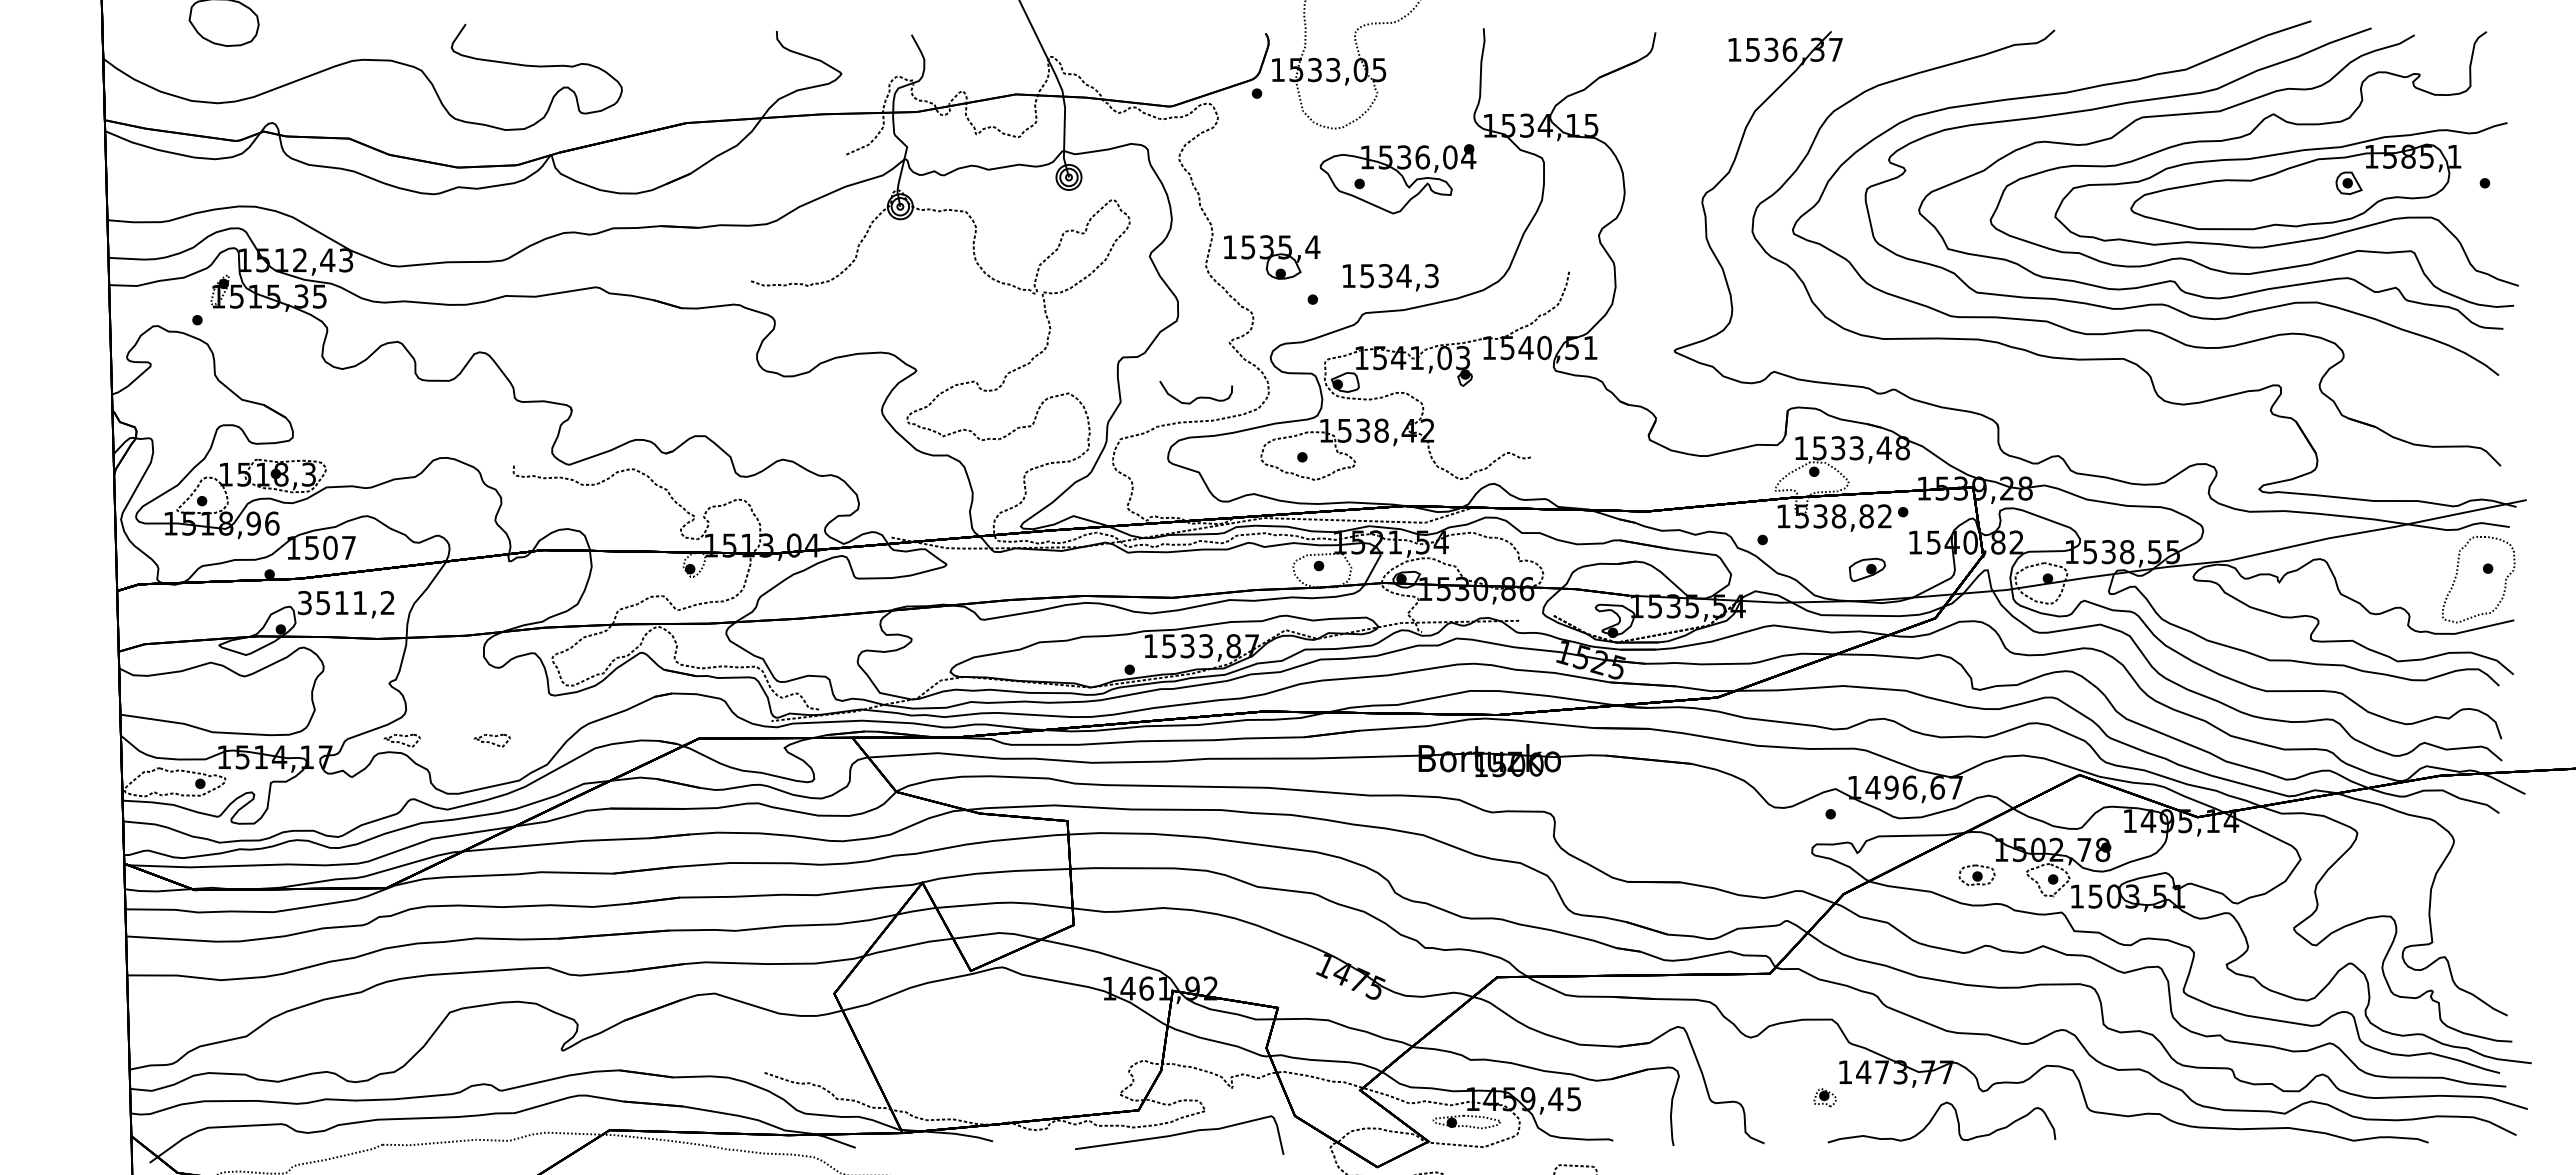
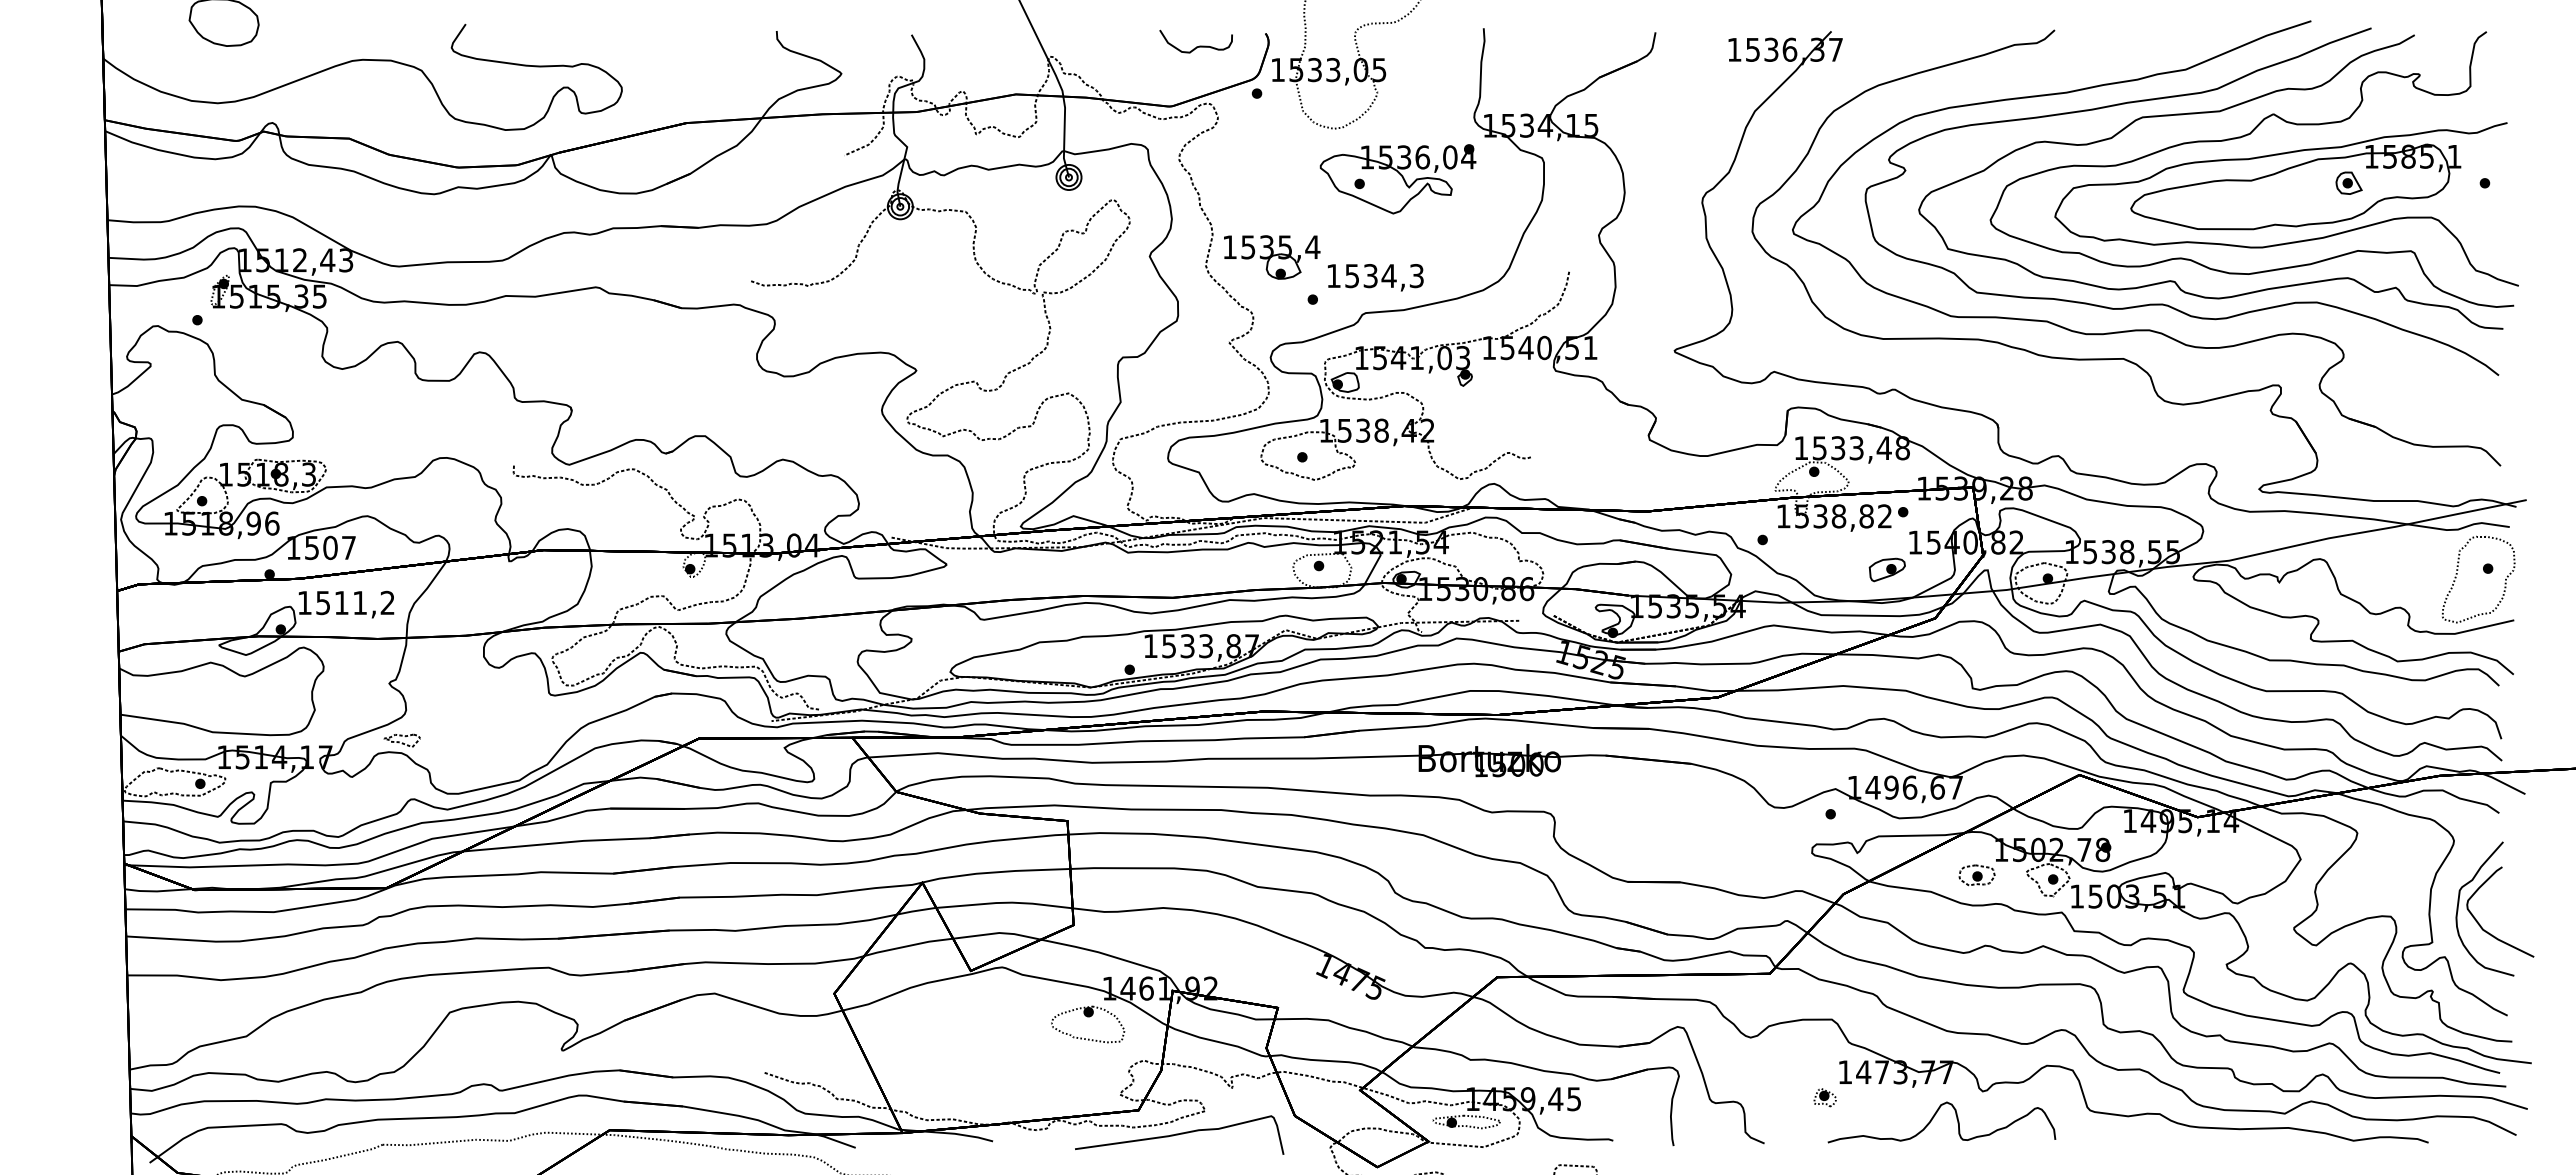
text at (1390, 277) position: (1390, 277) -> (1375, 277)
curve at (1196, 397) position: (1196, 397) -> (1196, 46)
part at (1866, 569) position: (1866, 569) -> (1886, 569)
text at (304, 602): 3511,2 -> 1511,2
part at (491, 740): present -> none
part at (2478, 921): none -> present
part at (1088, 1017): none -> present
